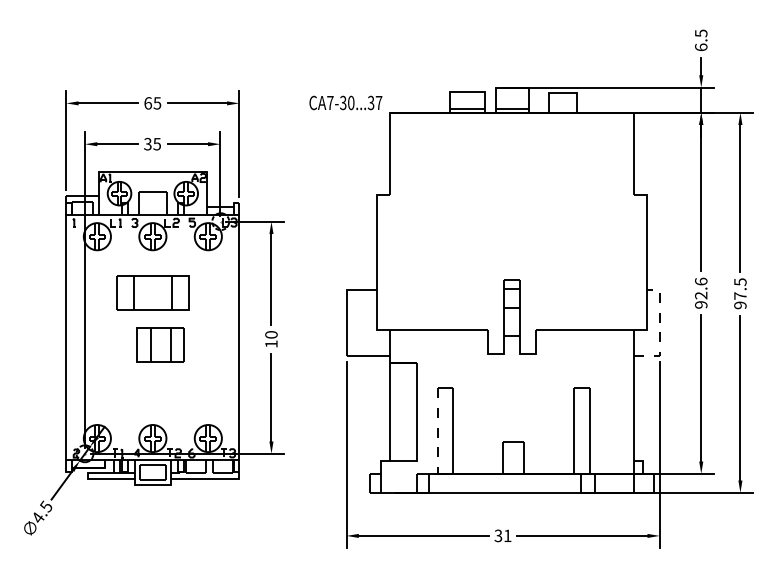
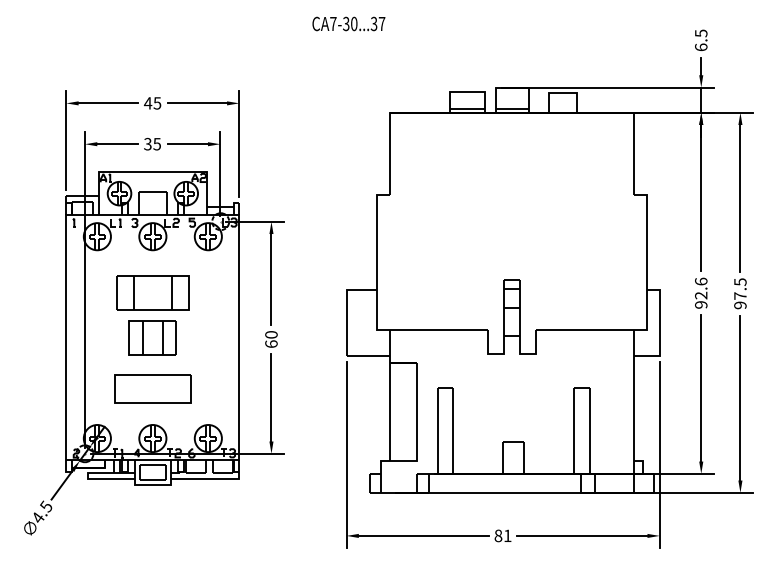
text at (345, 102) position: (345, 102) -> (348, 23)
text at (147, 103): 65 -> 45
line at (659, 329): dashed -> solid
text at (271, 343): 10 -> 60
part at (160, 344) position: (160, 344) -> (152, 337)
part at (152, 388): none -> present
line at (438, 431): dashed -> solid
text at (498, 535): 31 -> 81
